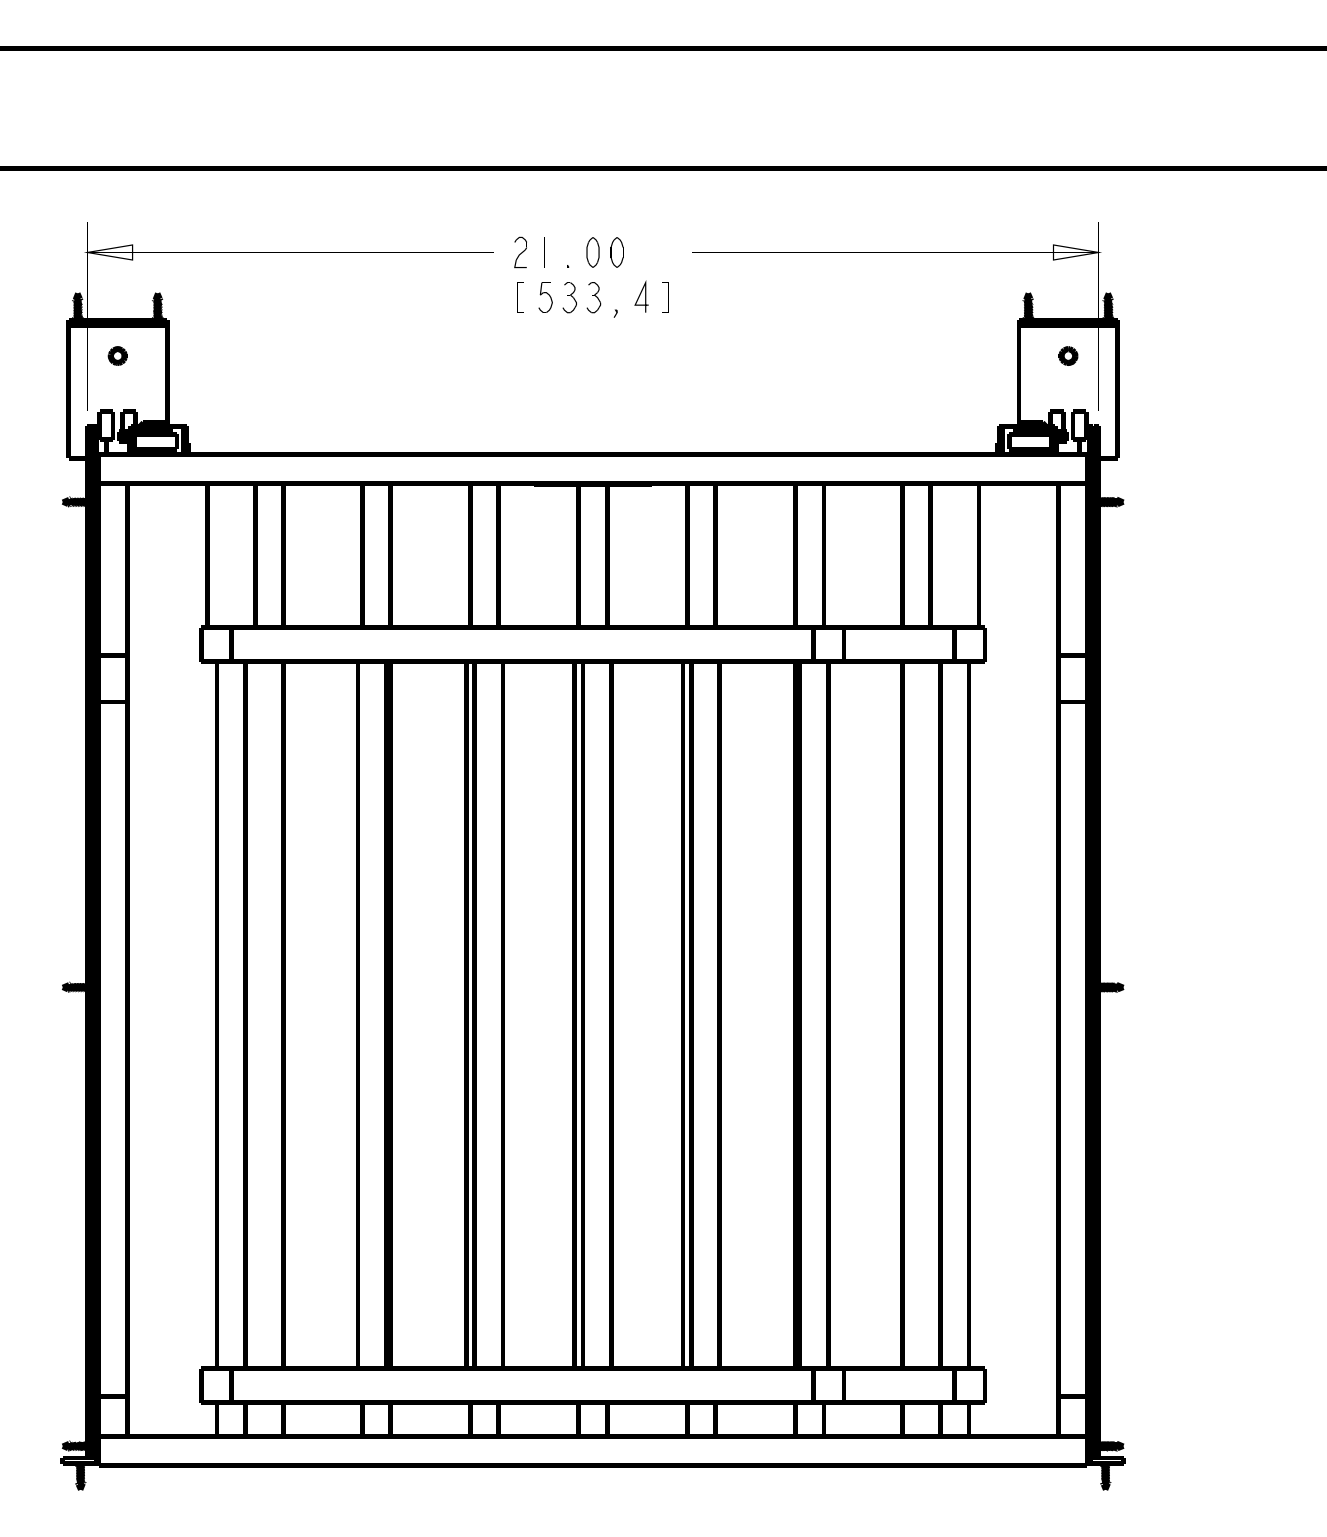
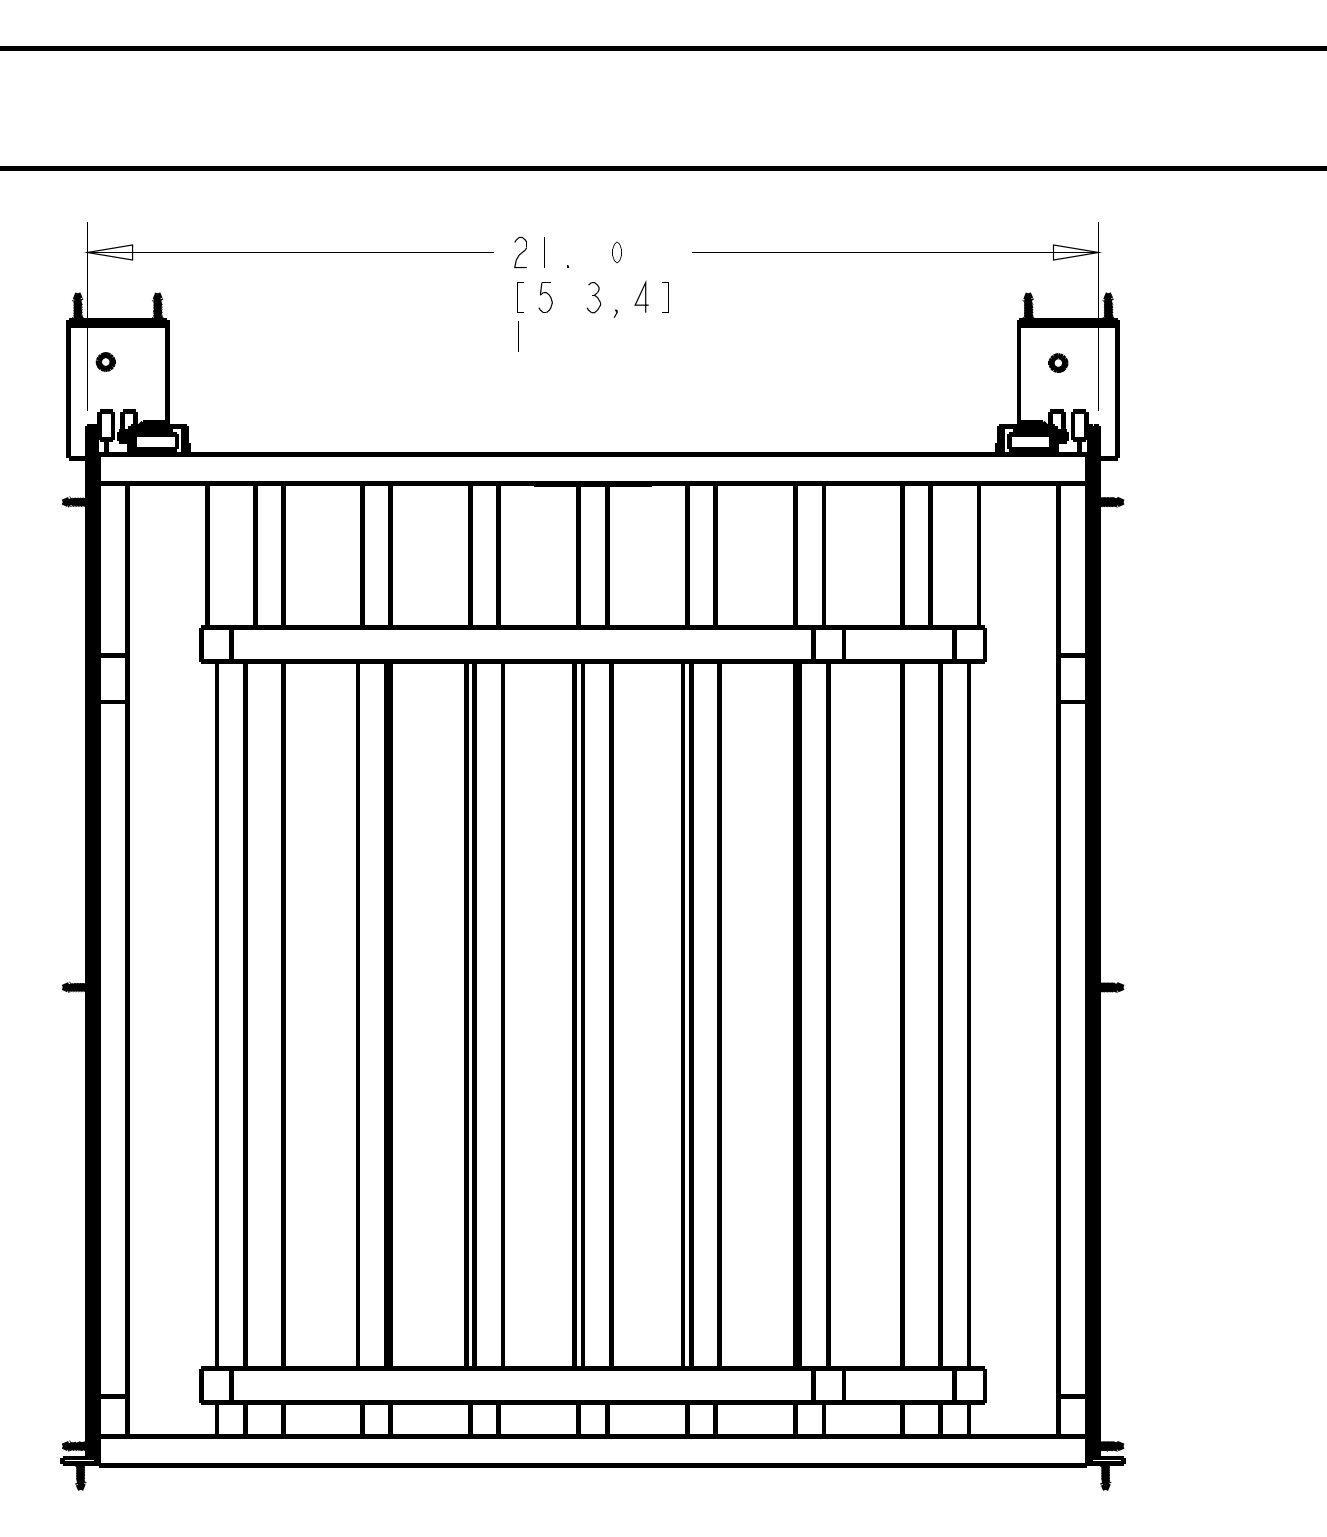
part at (592, 252): present -> none
part at (616, 252) size: 14x31 px -> 10x23 px
part at (569, 297): present -> none
line at (518, 336): none -> present
part at (117, 355) position: (117, 355) -> (105, 361)
part at (1068, 355) position: (1068, 355) -> (1058, 362)
